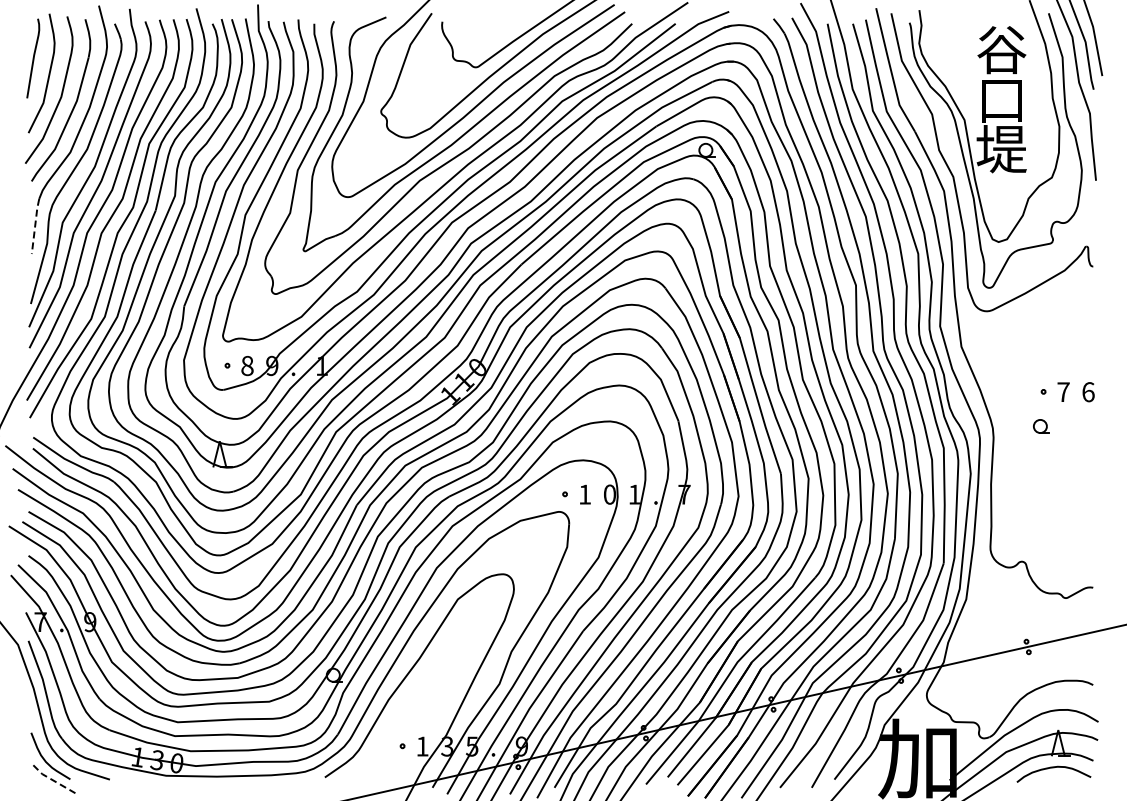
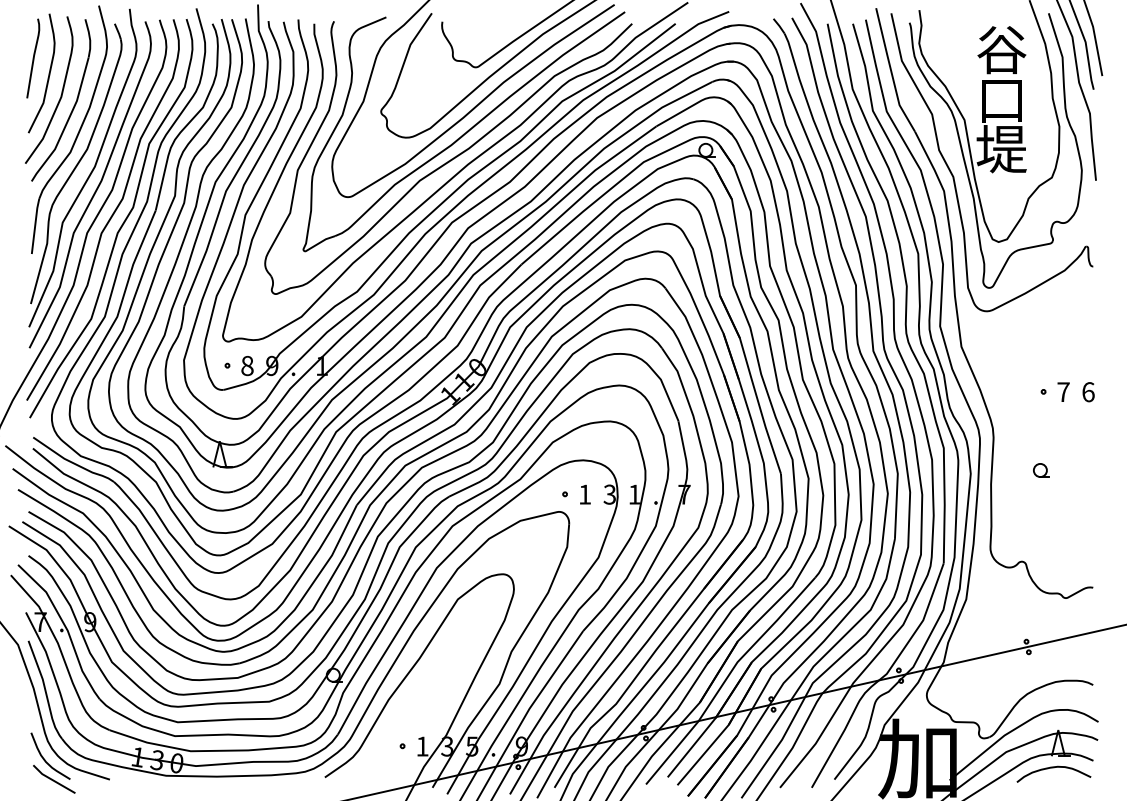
line at (35, 225): dashed -> solid
part at (1041, 426) position: (1041, 426) -> (1041, 470)
text at (609, 494): 0 -> 3
line at (53, 780): dashed -> solid
